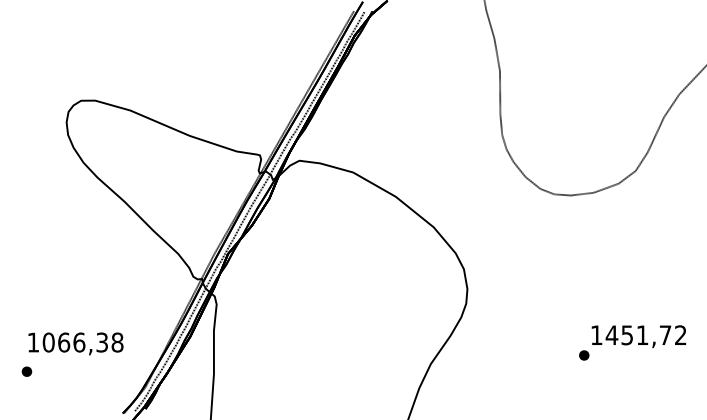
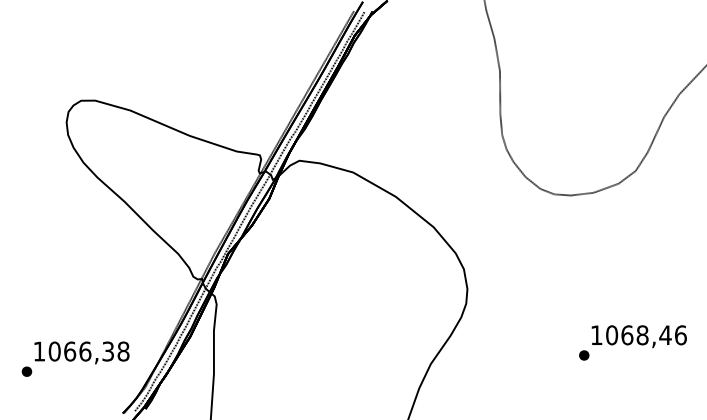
text at (645, 335): 1451,72 -> 1068,46
text at (75, 343) position: (75, 343) -> (81, 352)
